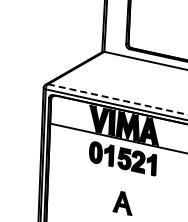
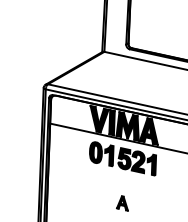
line at (118, 99): dashed -> solid
part at (122, 203) size: 21x25 px -> 13x17 px
